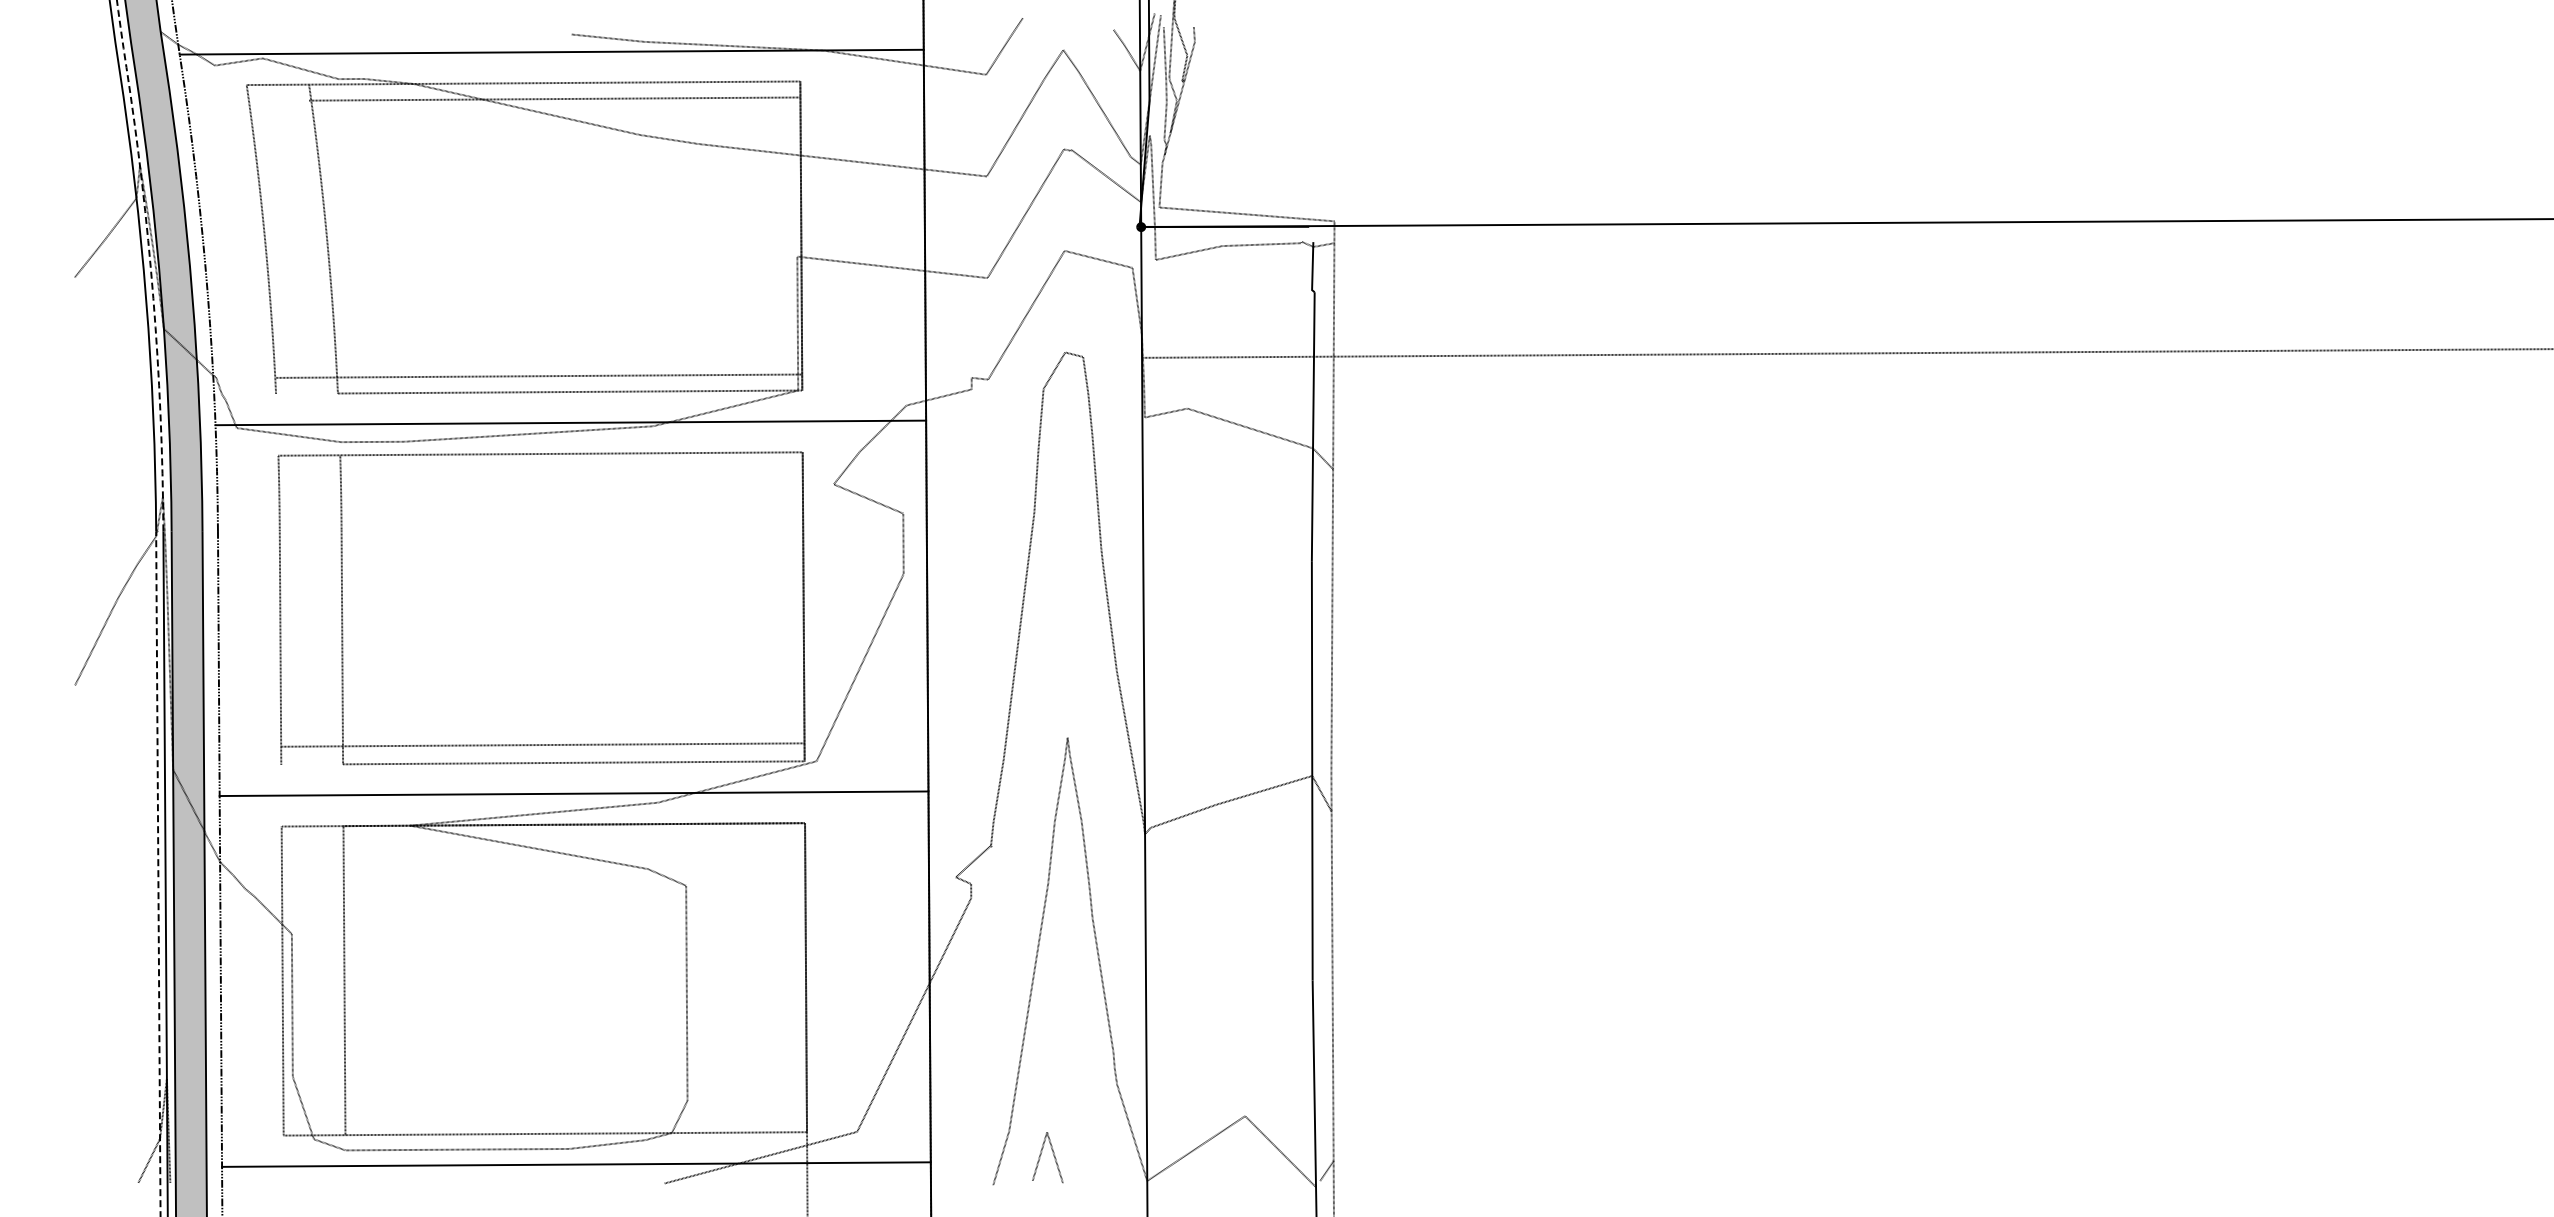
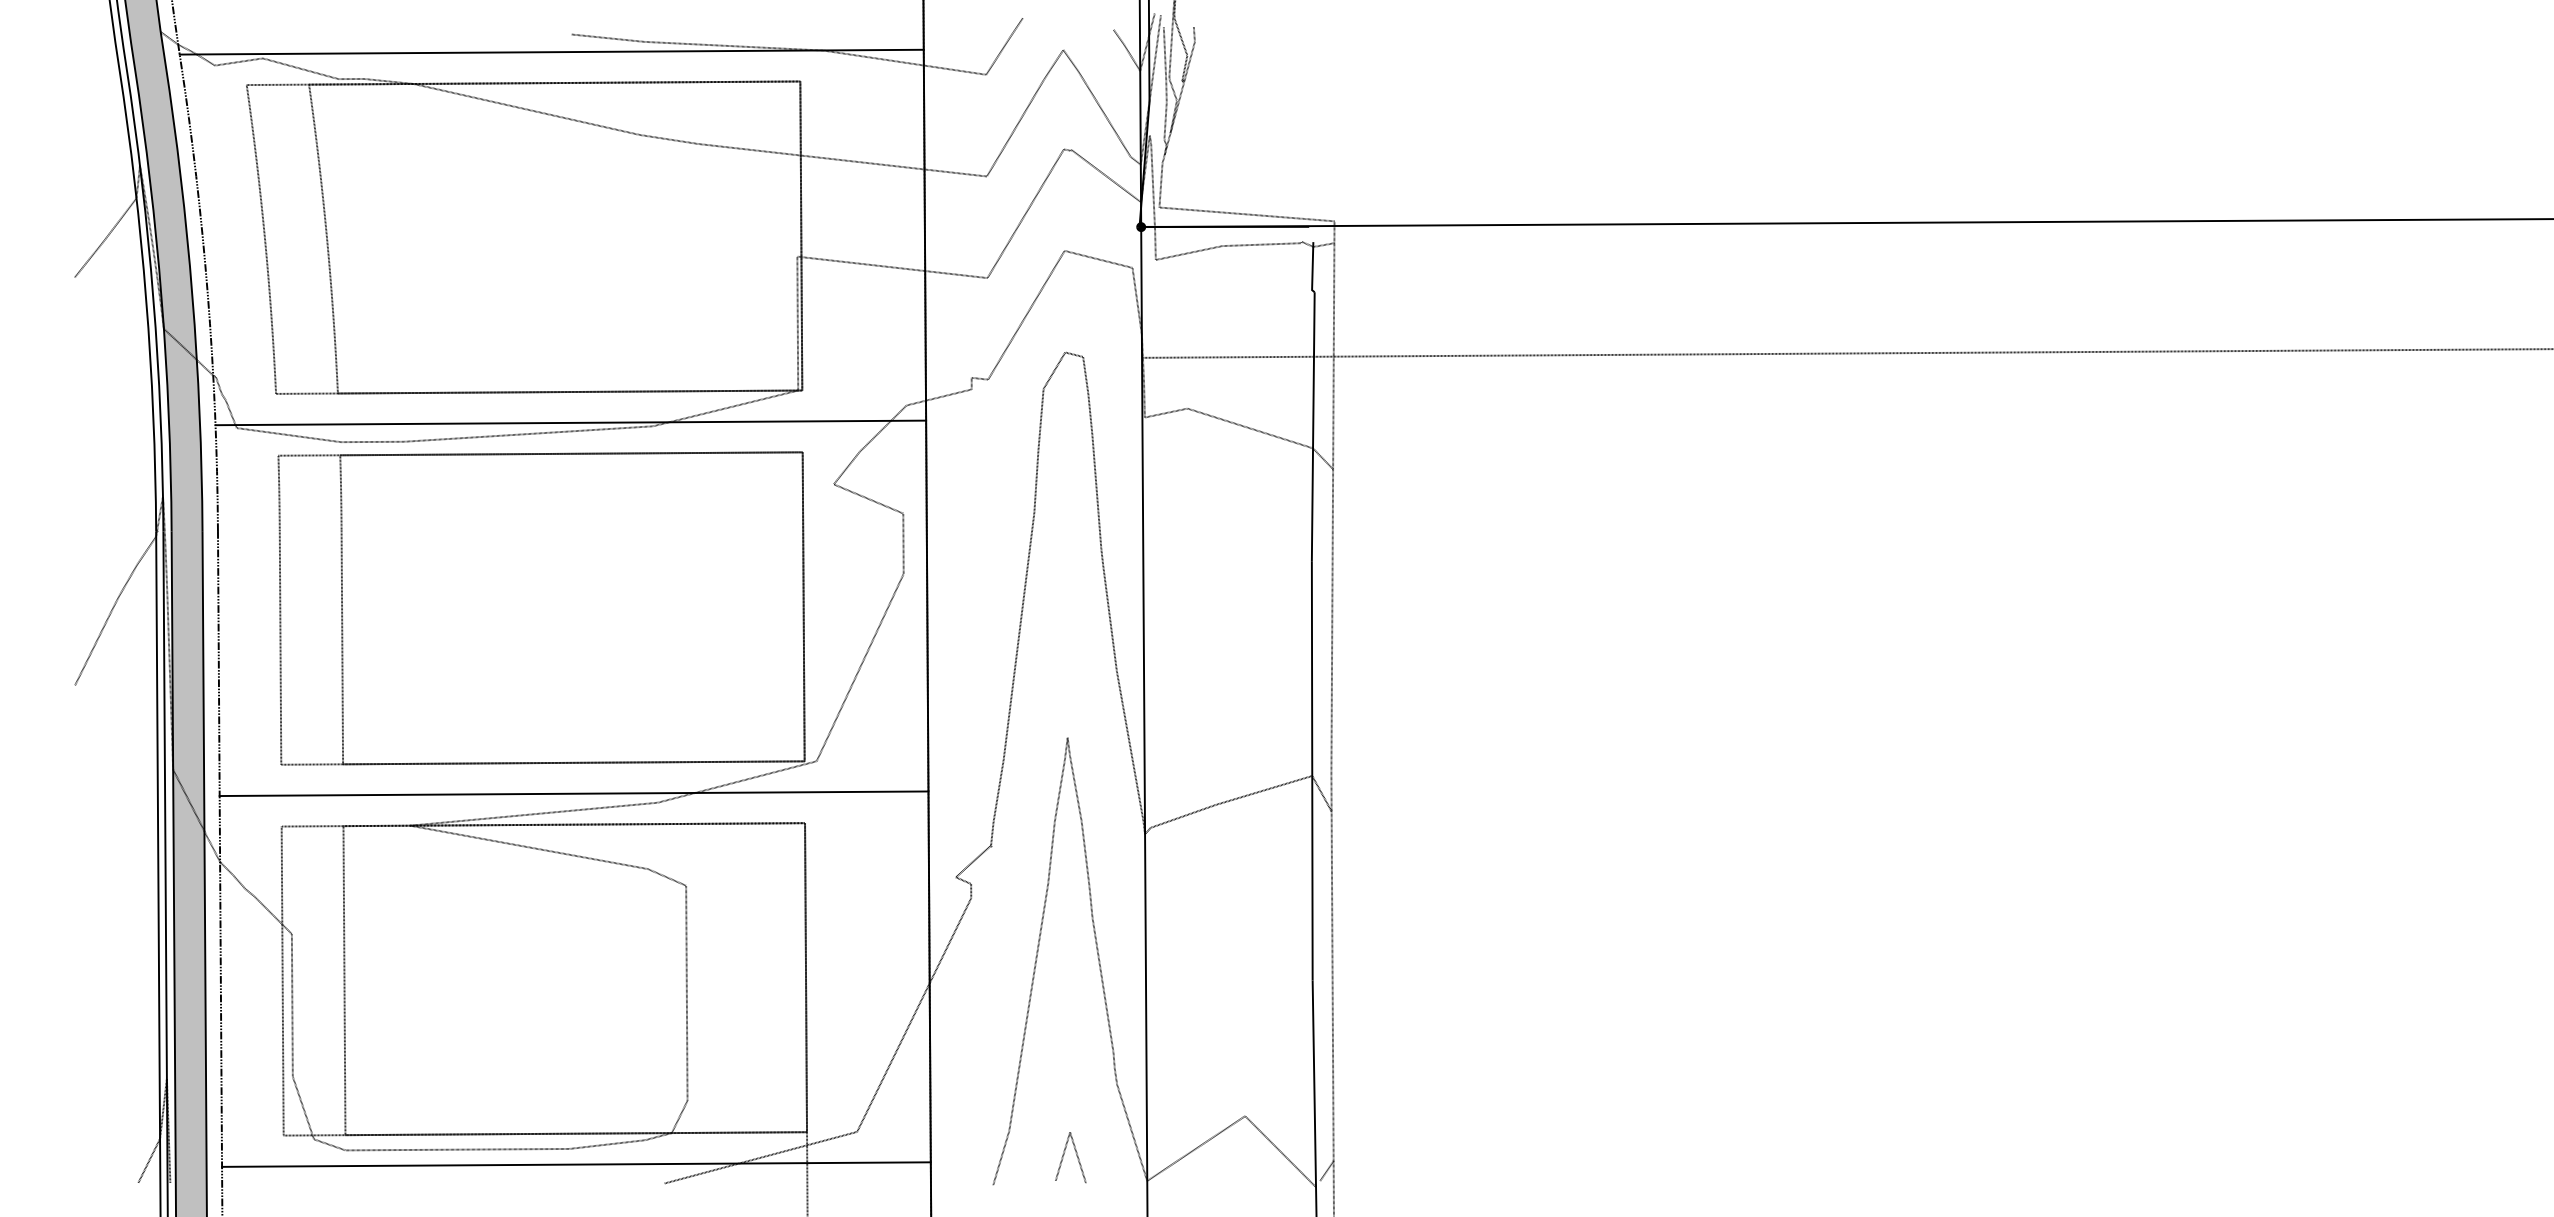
line at (554, 98) position: (554, 98) -> (554, 82)
line at (150, 265): dashed -> solid
line at (539, 375) position: (539, 375) -> (539, 391)
line at (571, 453): none -> present
line at (542, 744) position: (542, 744) -> (542, 762)
line at (158, 873): dashed -> solid
line at (576, 1133): none -> present
line at (1053, 1156) position: (1053, 1156) -> (1076, 1156)
